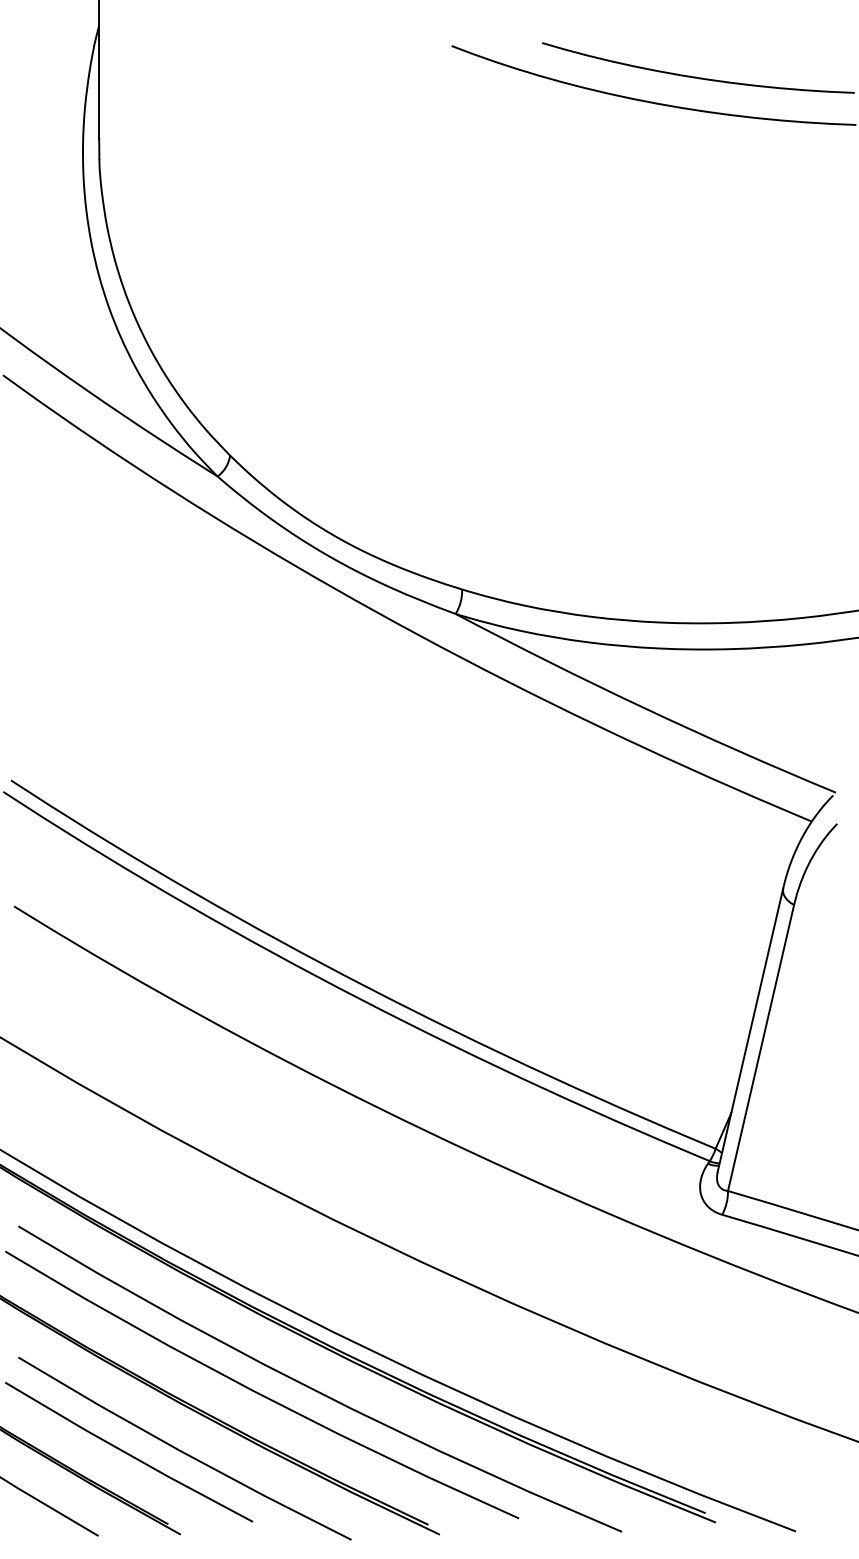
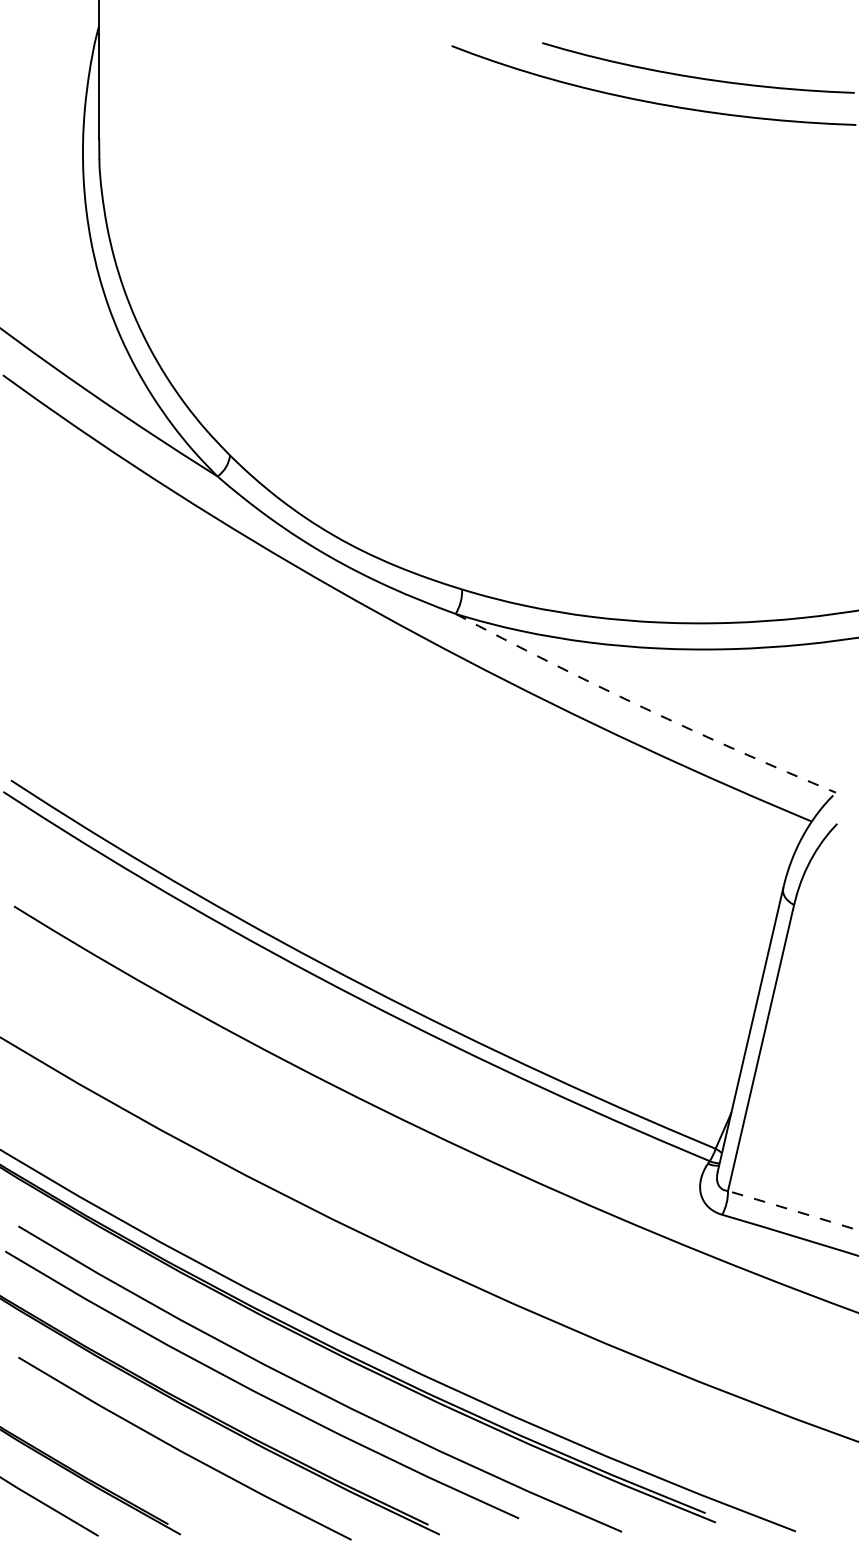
arc at (643, 707): solid -> dashed
arc at (793, 1210): solid -> dashed
line at (129, 1453): present -> none
